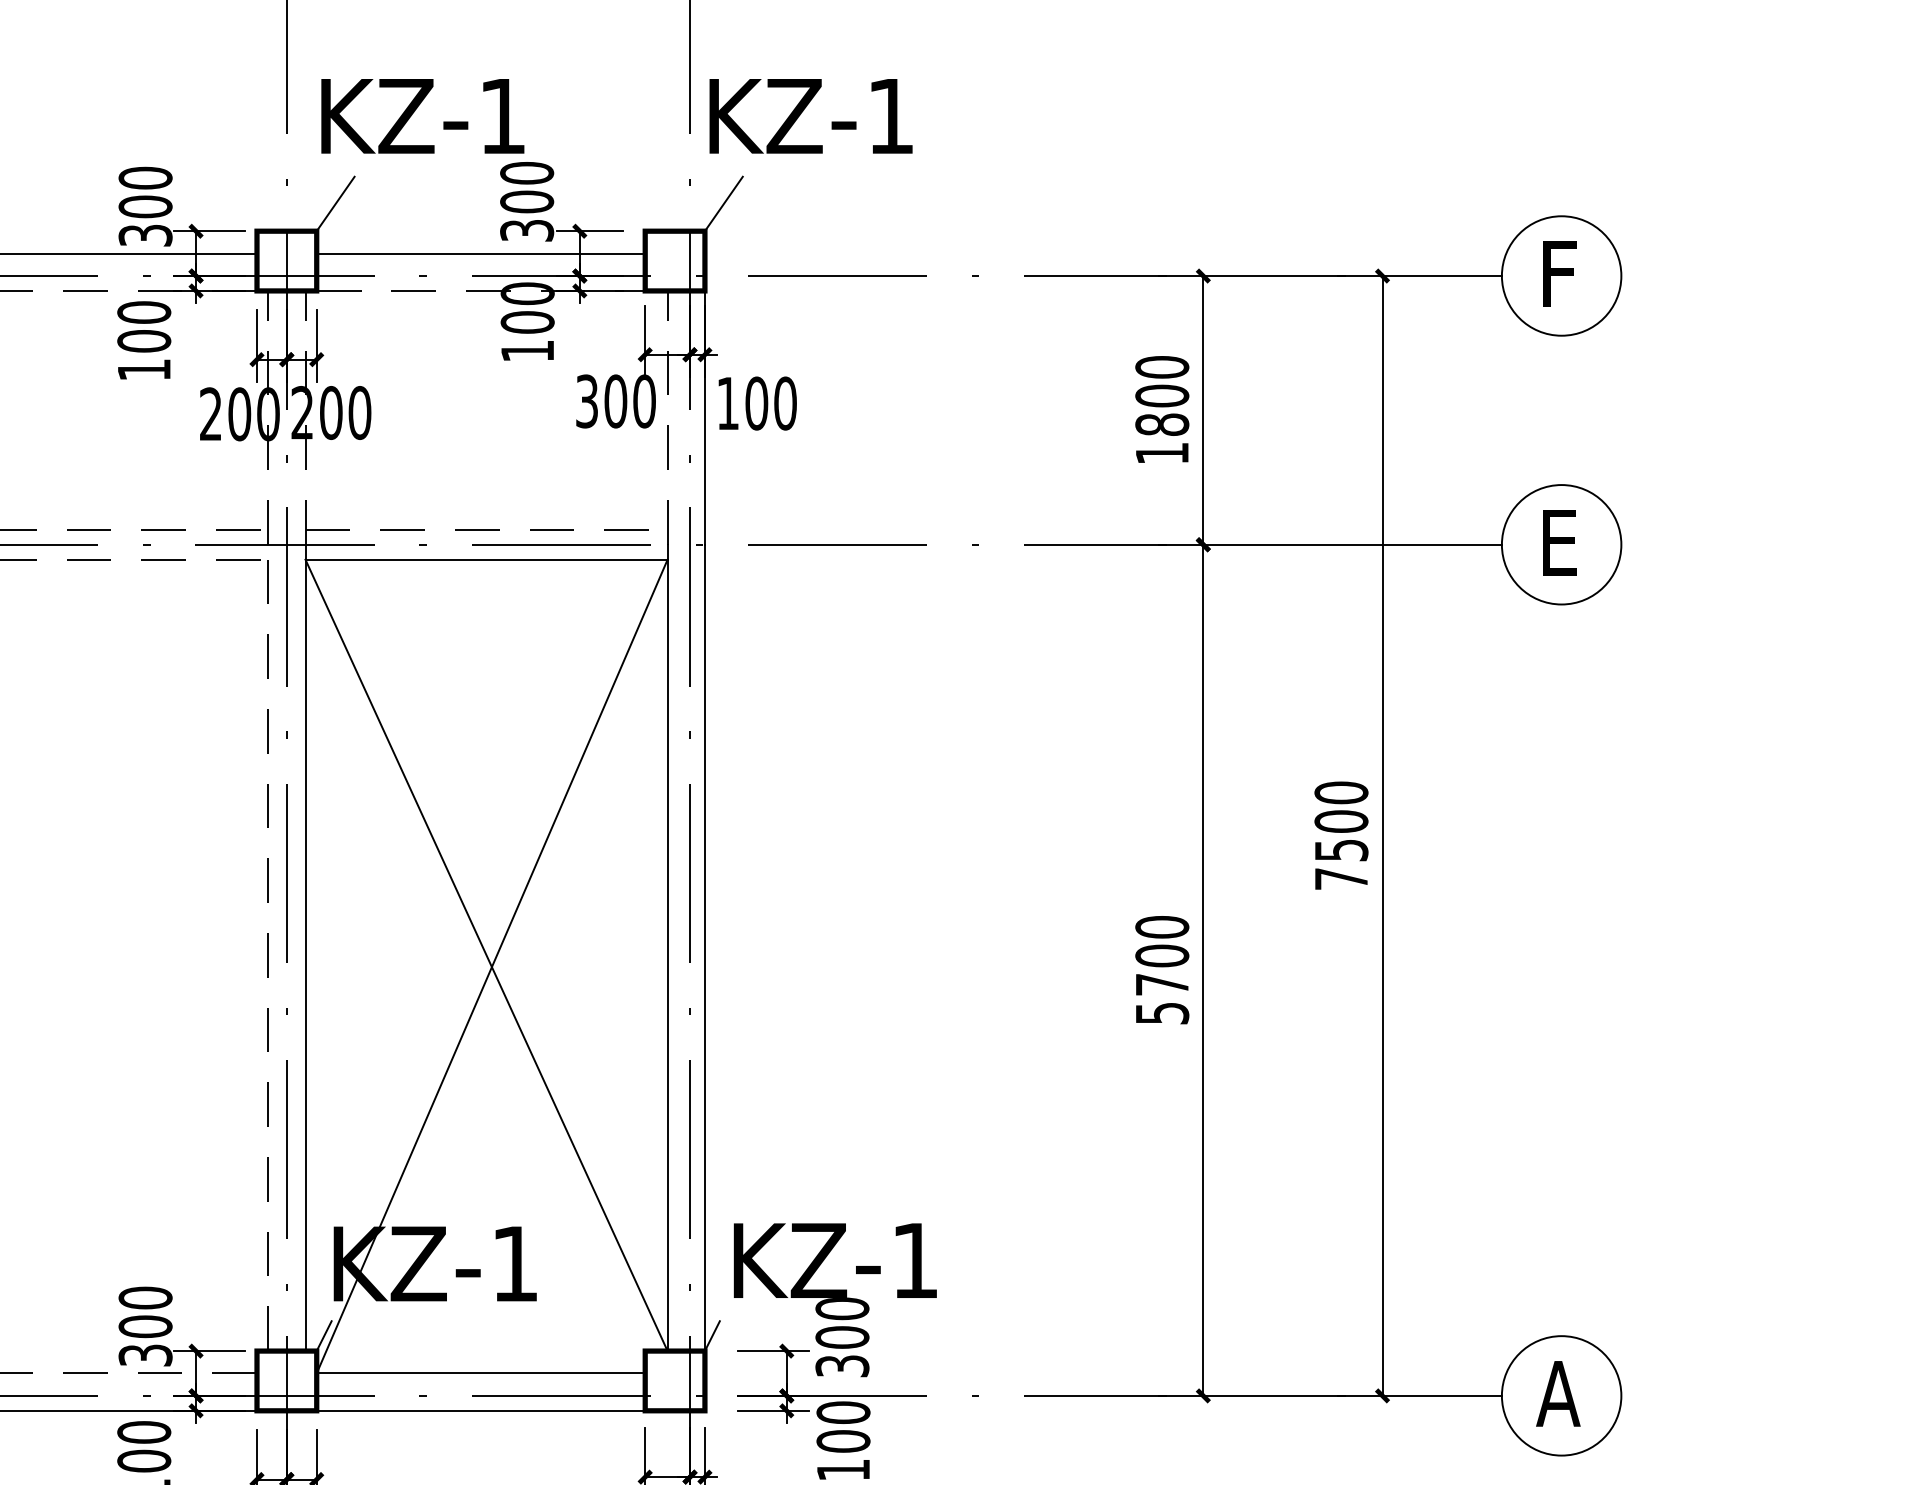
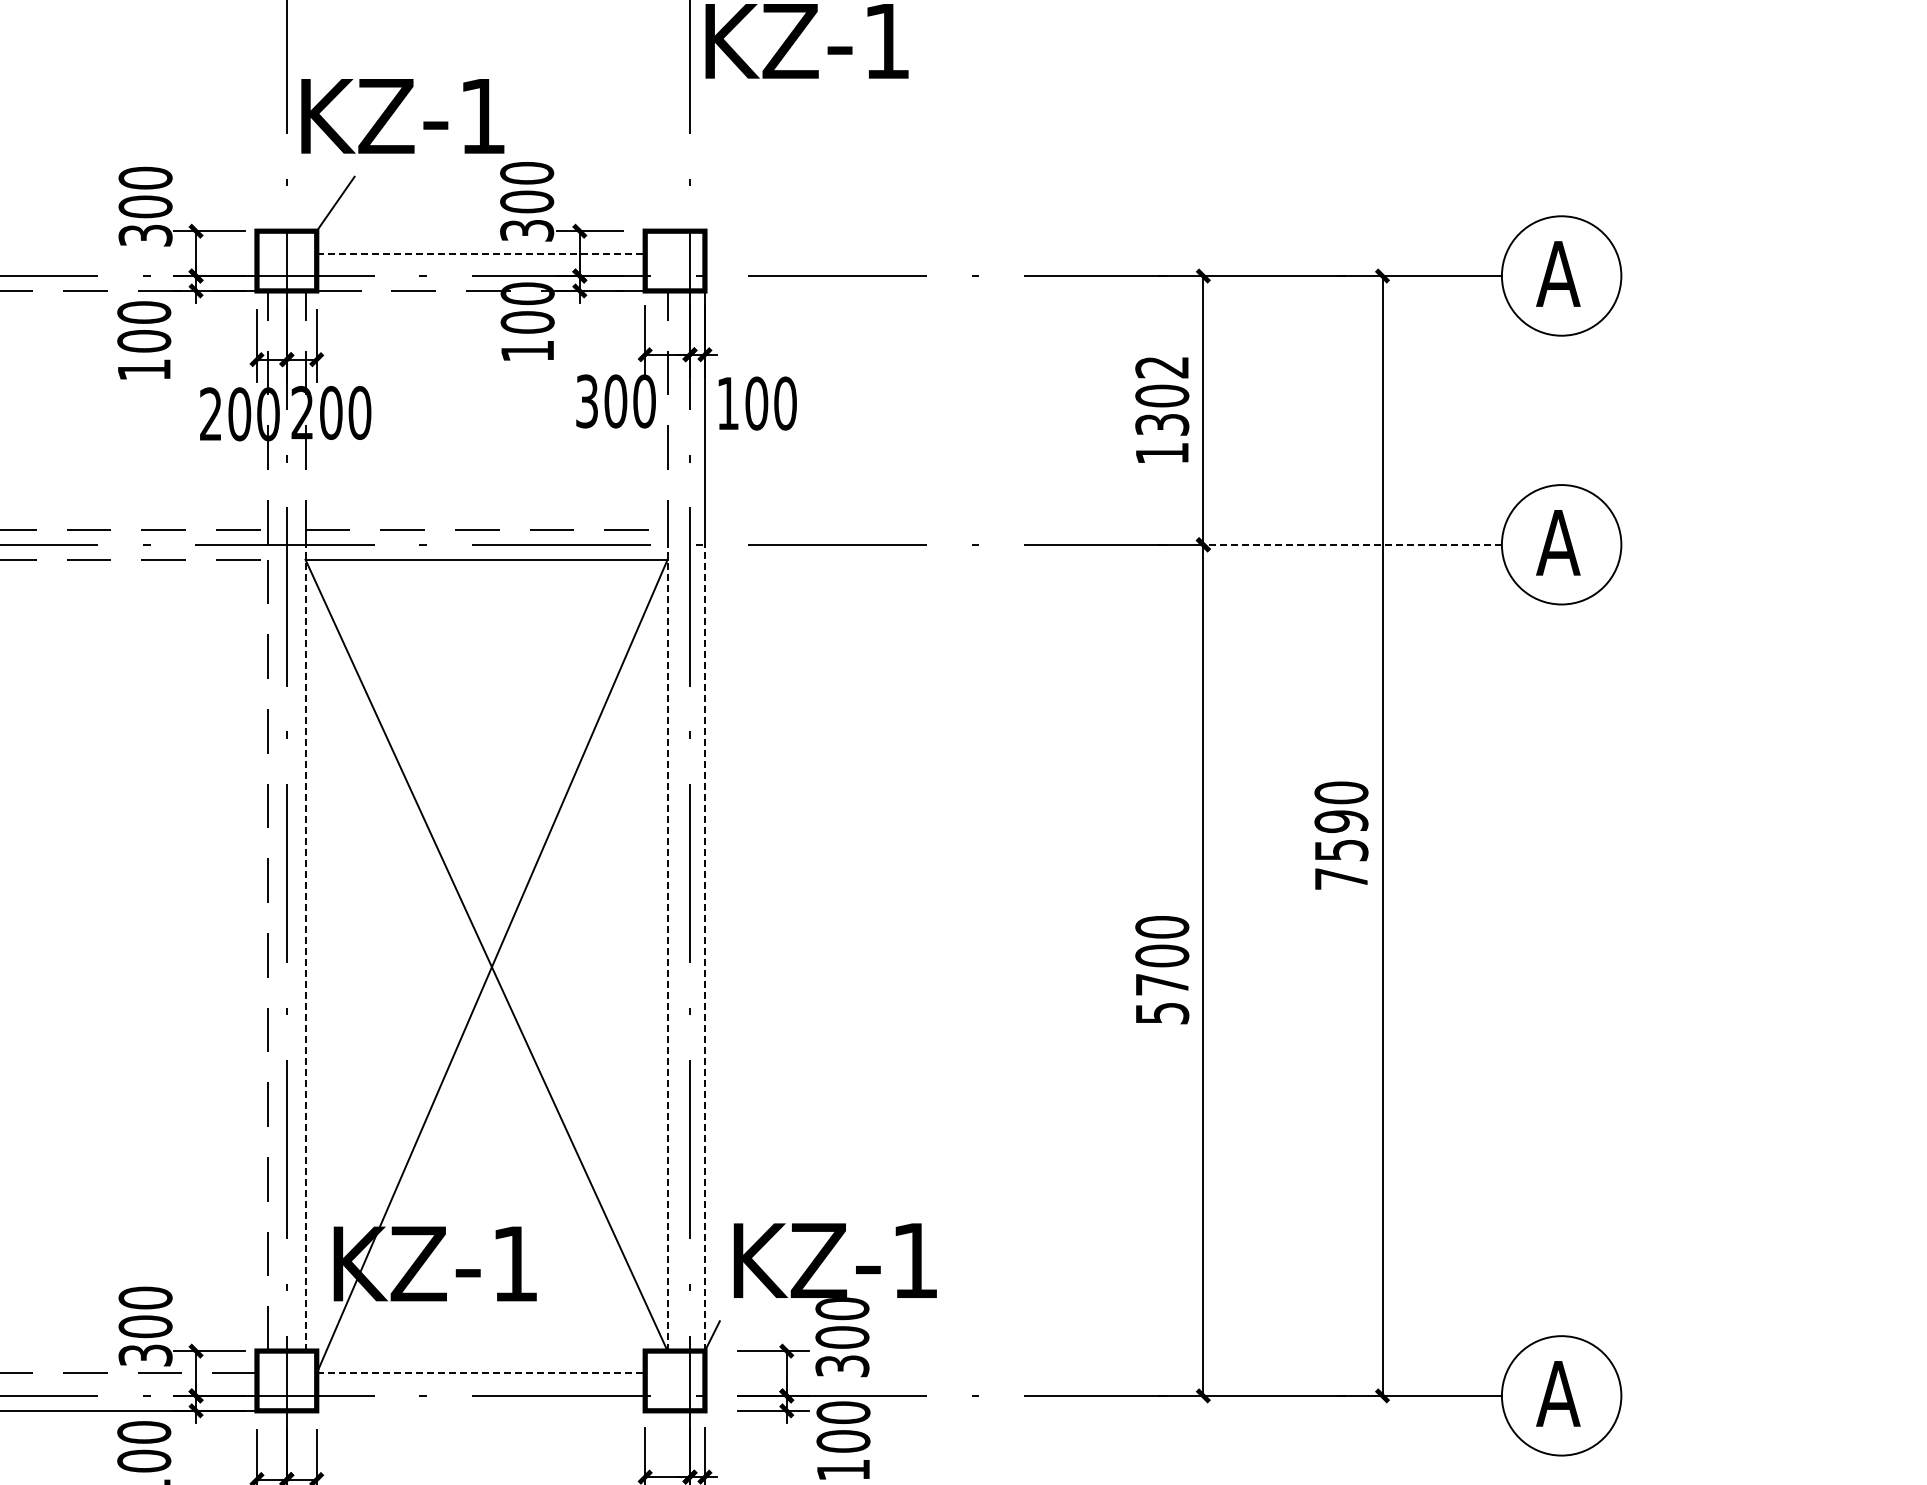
text at (422, 116) position: (422, 116) -> (402, 116)
text at (810, 116) position: (810, 116) -> (806, 41)
line at (723, 203): present -> none
line at (129, 253): present -> none
line at (481, 253): solid -> dashed
text at (1558, 273): F -> A
text at (1162, 395): 1800 -> 1302
text at (1558, 542): E -> A
line at (1352, 544): solid -> dashed
text at (1341, 821): 7500 -> 7590
line at (305, 947): solid -> dashed
line at (667, 947): solid -> dashed
line at (704, 947): solid -> dashed
line at (323, 1336): present -> none
line at (481, 1373): solid -> dashed
line at (480, 1410): present -> none
